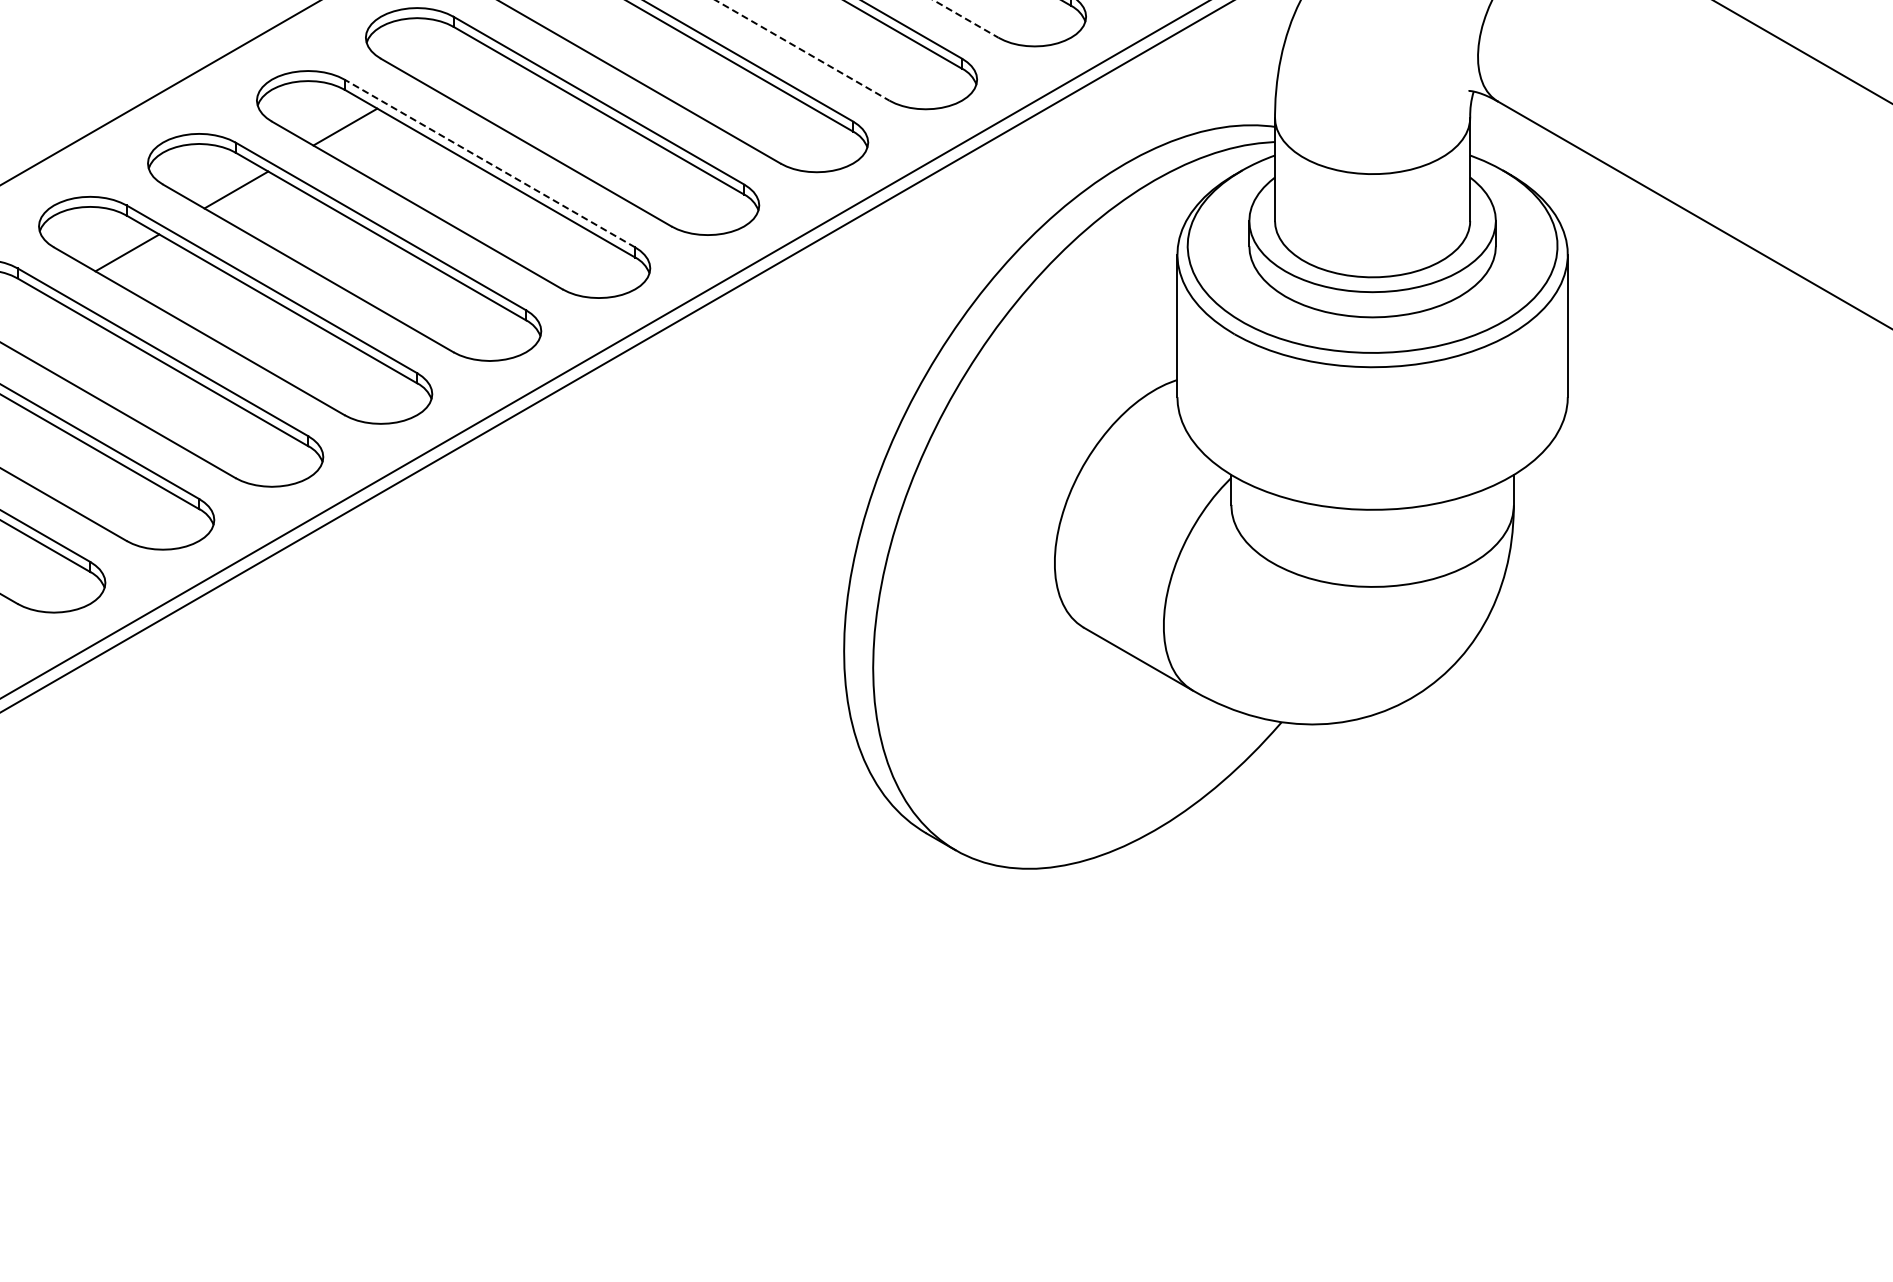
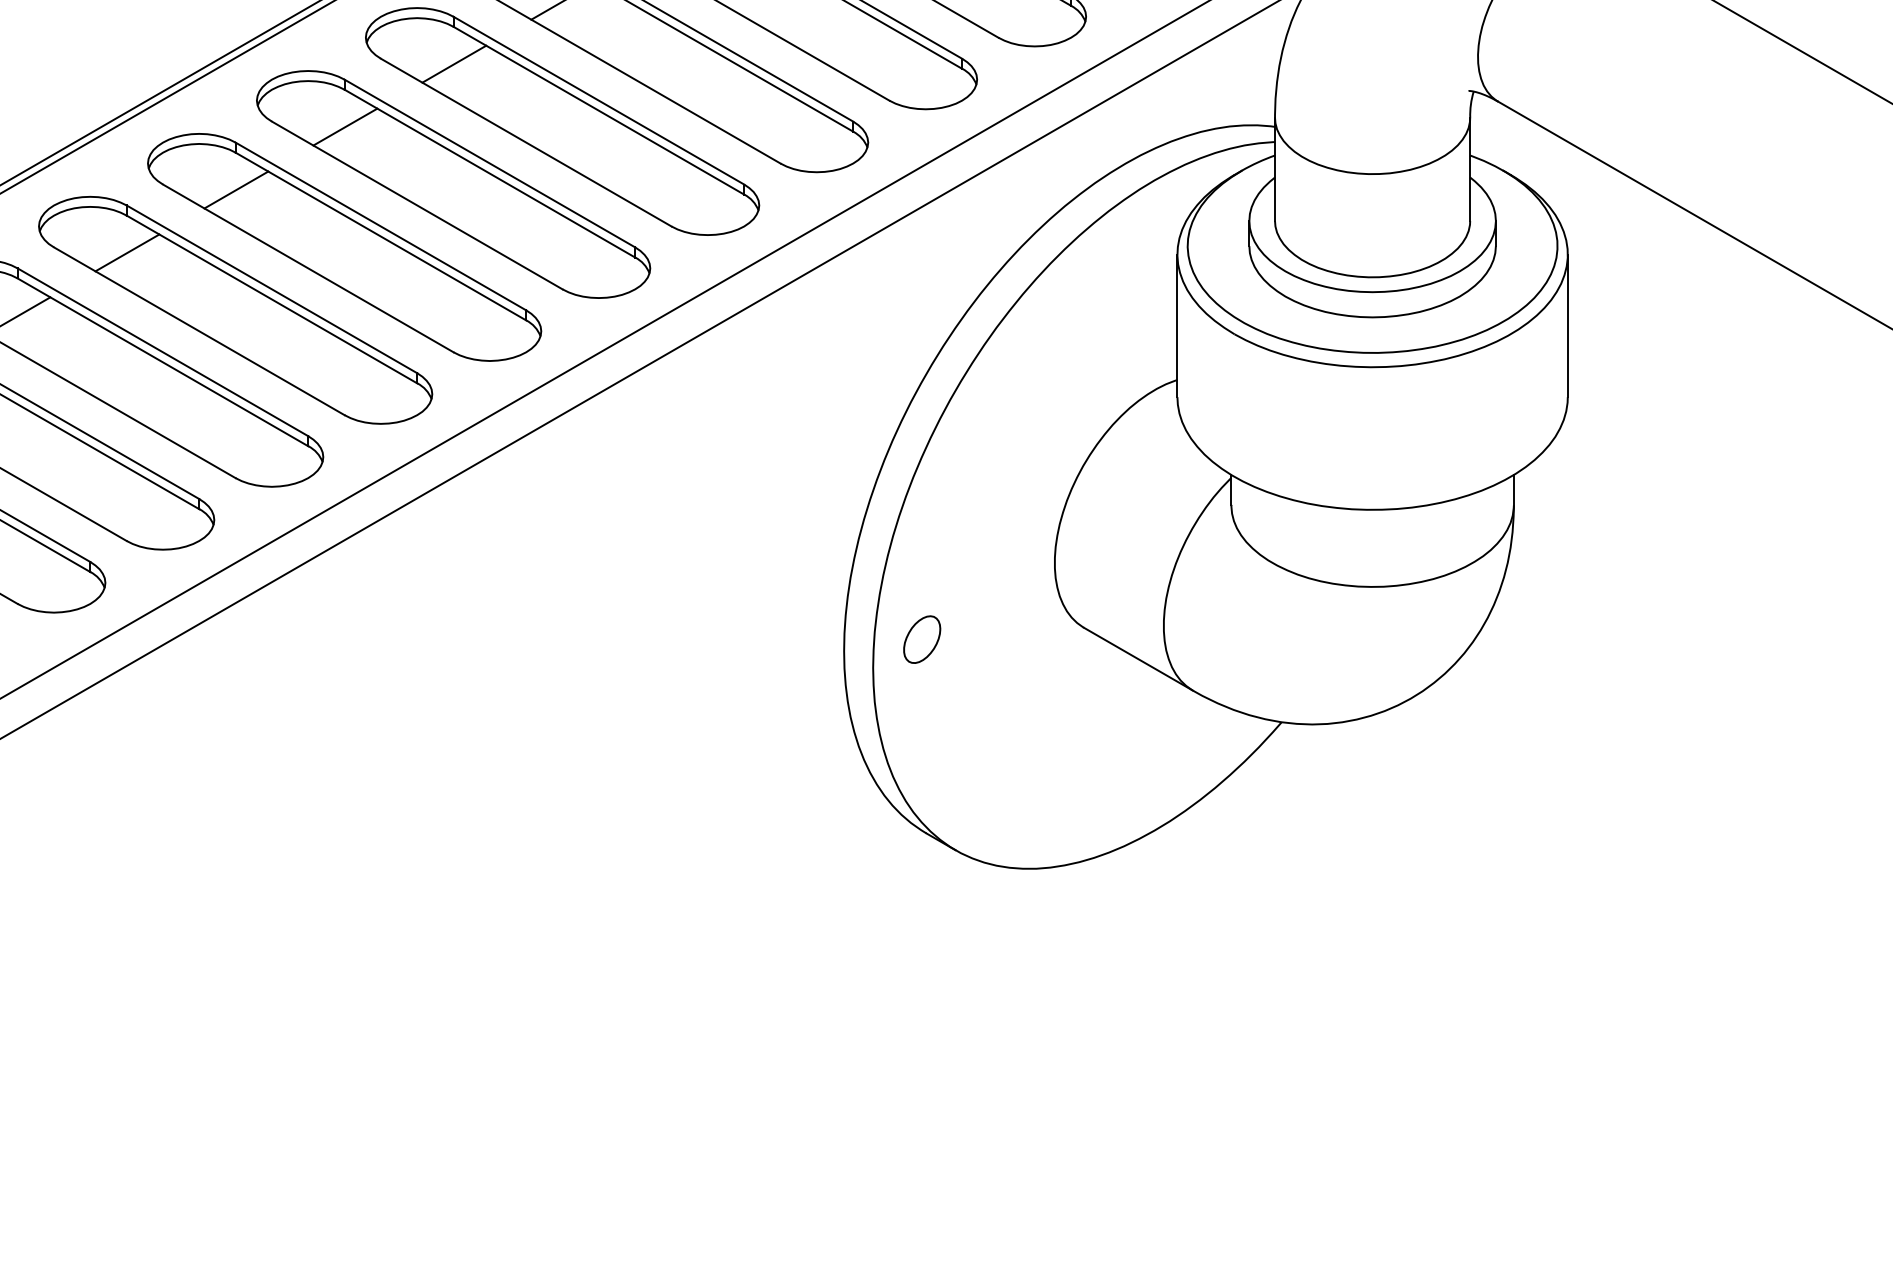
line at (546, 10): none -> present
line at (966, 19): dashed -> solid
line at (802, 50): dashed -> solid
line at (454, 63): none -> present
line at (166, 97): none -> present
line at (489, 163): dashed -> solid
line at (26, 311): none -> present
line at (616, 356) position: (616, 356) -> (639, 369)
part at (922, 639): none -> present
